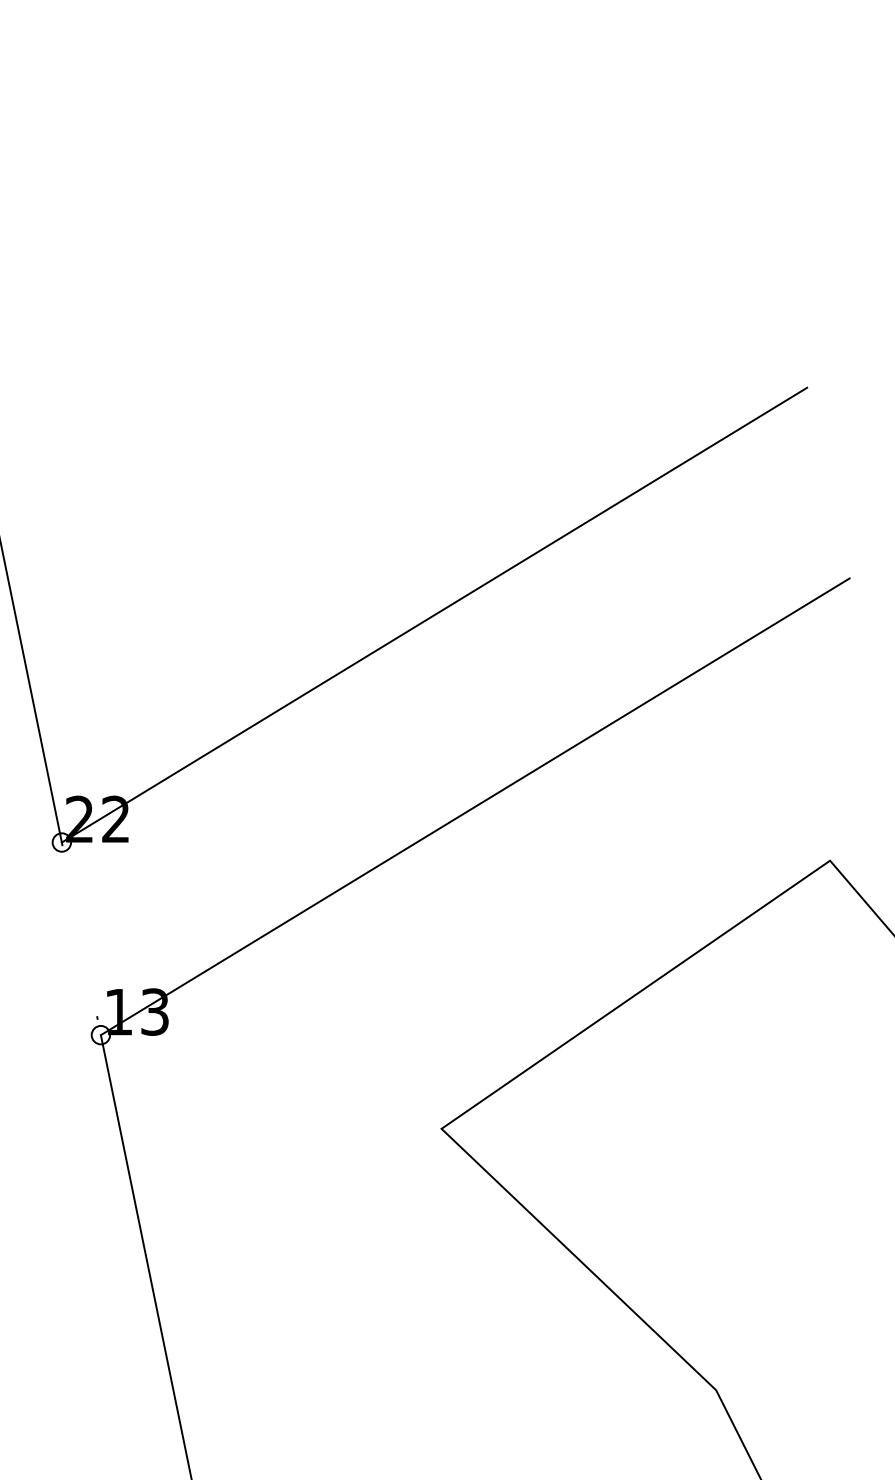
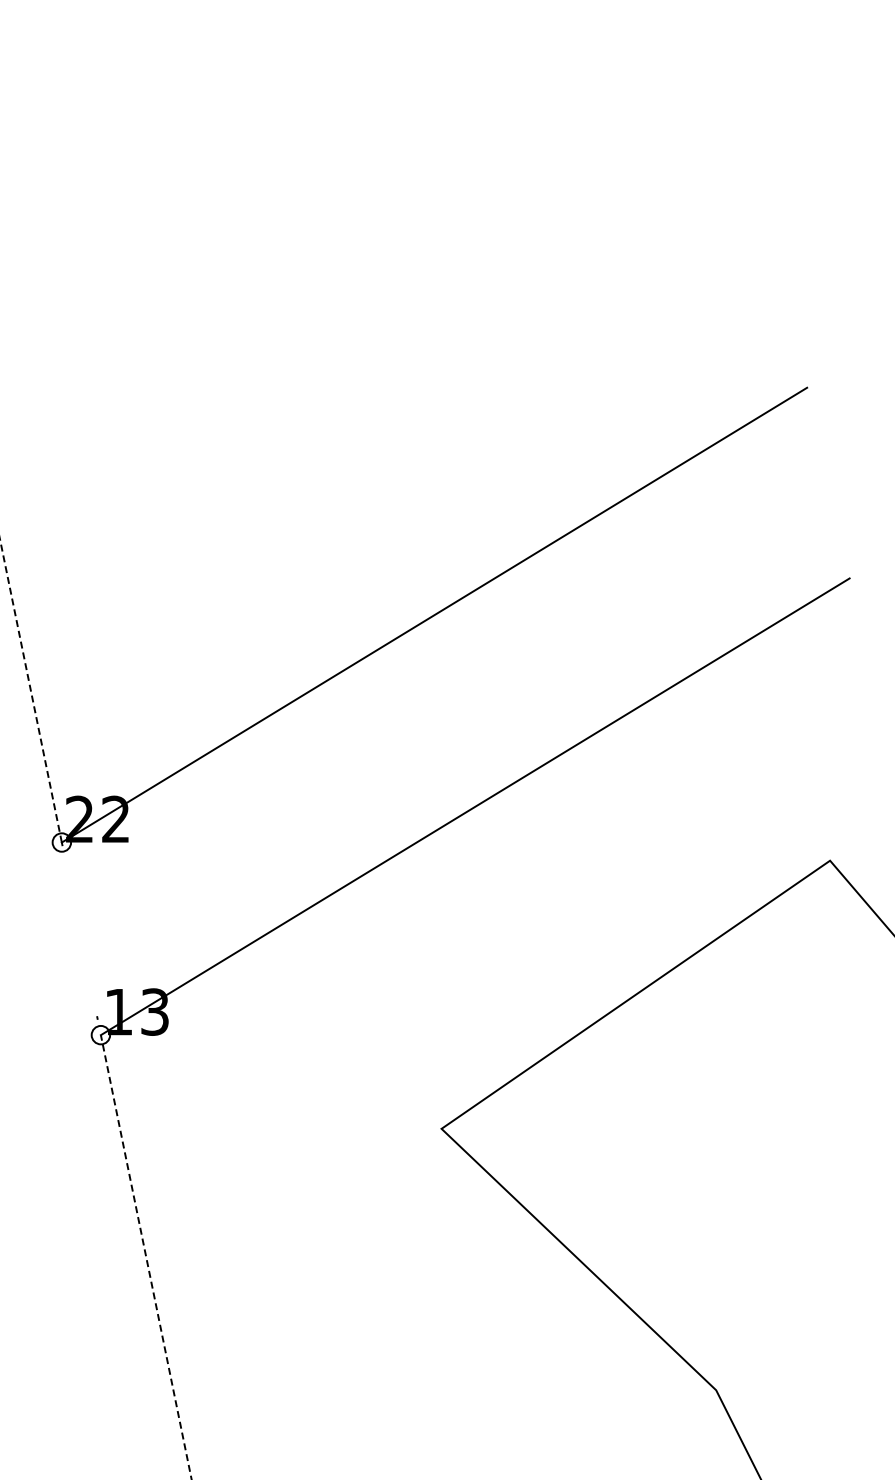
line at (30, 690): solid -> dashed
line at (146, 1257): solid -> dashed
